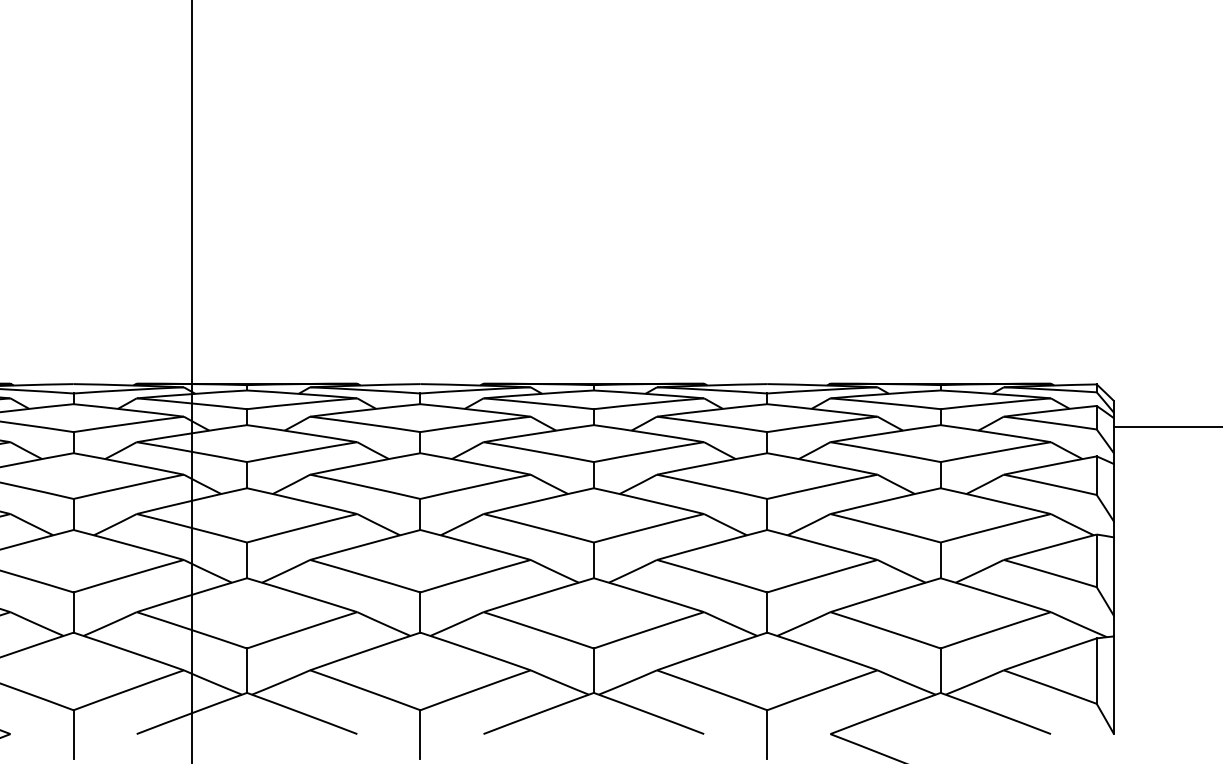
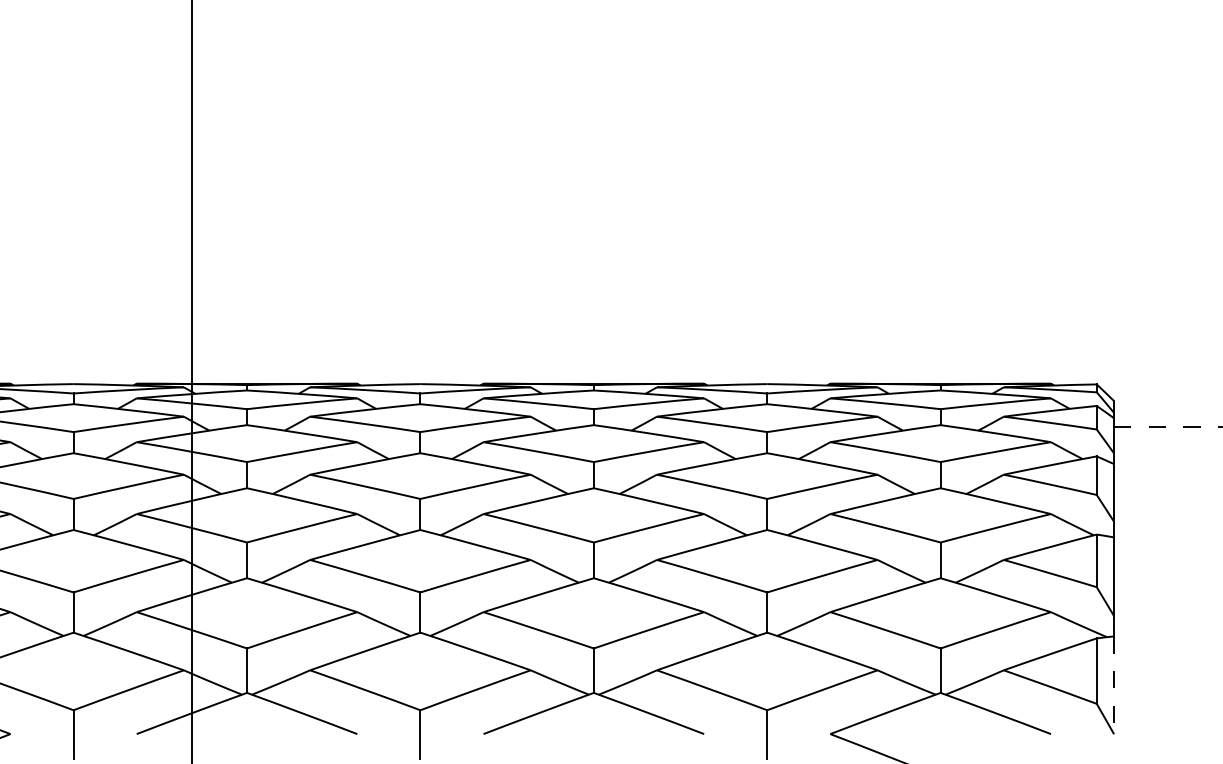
line at (1168, 426): solid -> dashed
line at (1114, 685): solid -> dashed
